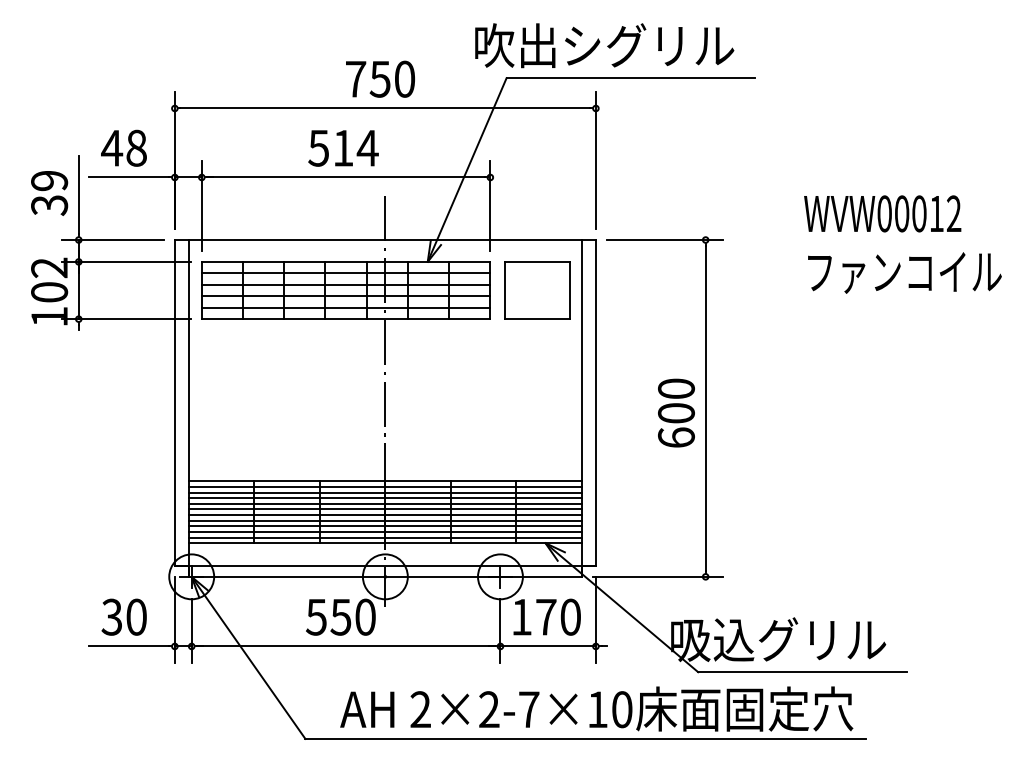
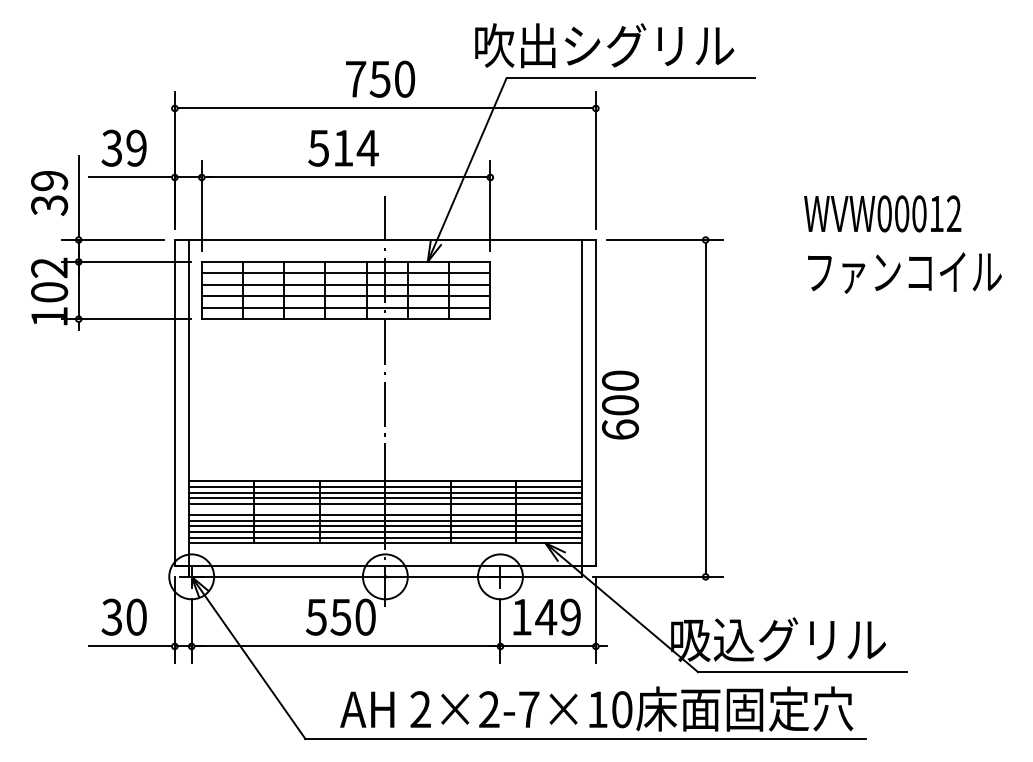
text at (123, 147): 48 -> 39
part at (537, 290): present -> none
text at (676, 412) position: (676, 412) -> (620, 404)
line at (384, 509): present -> none
text at (557, 616): 170 -> 149
